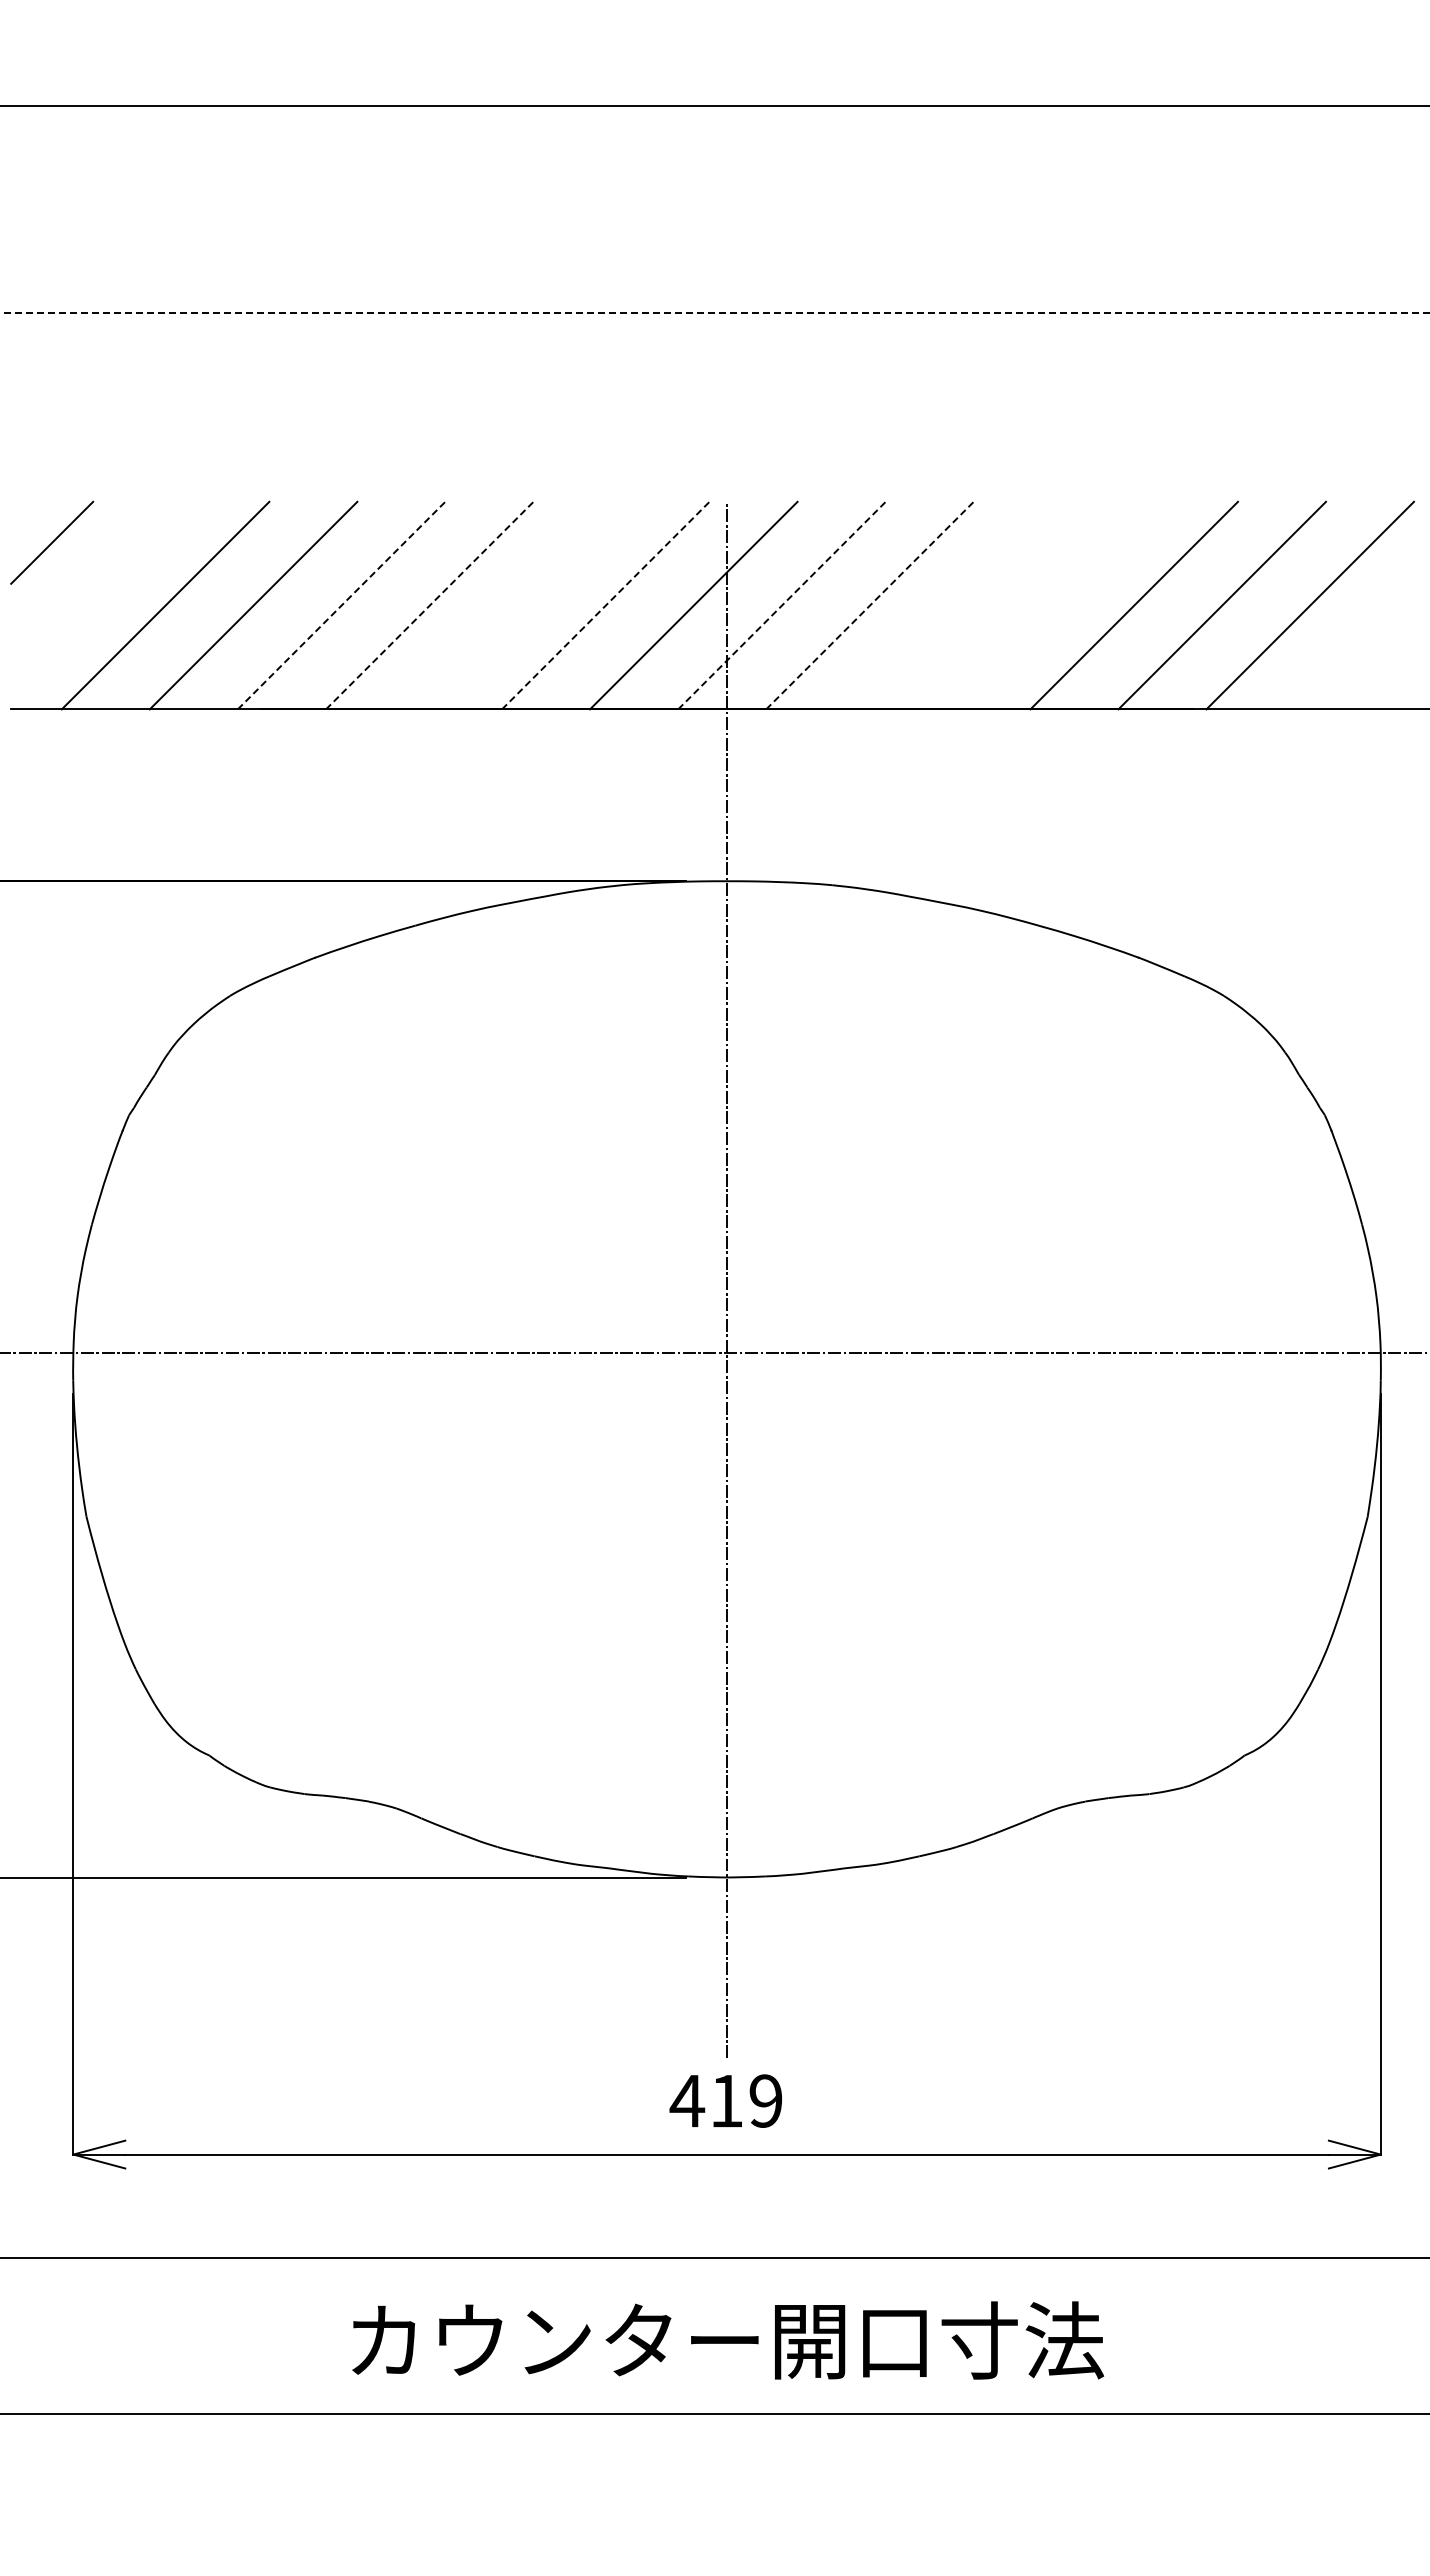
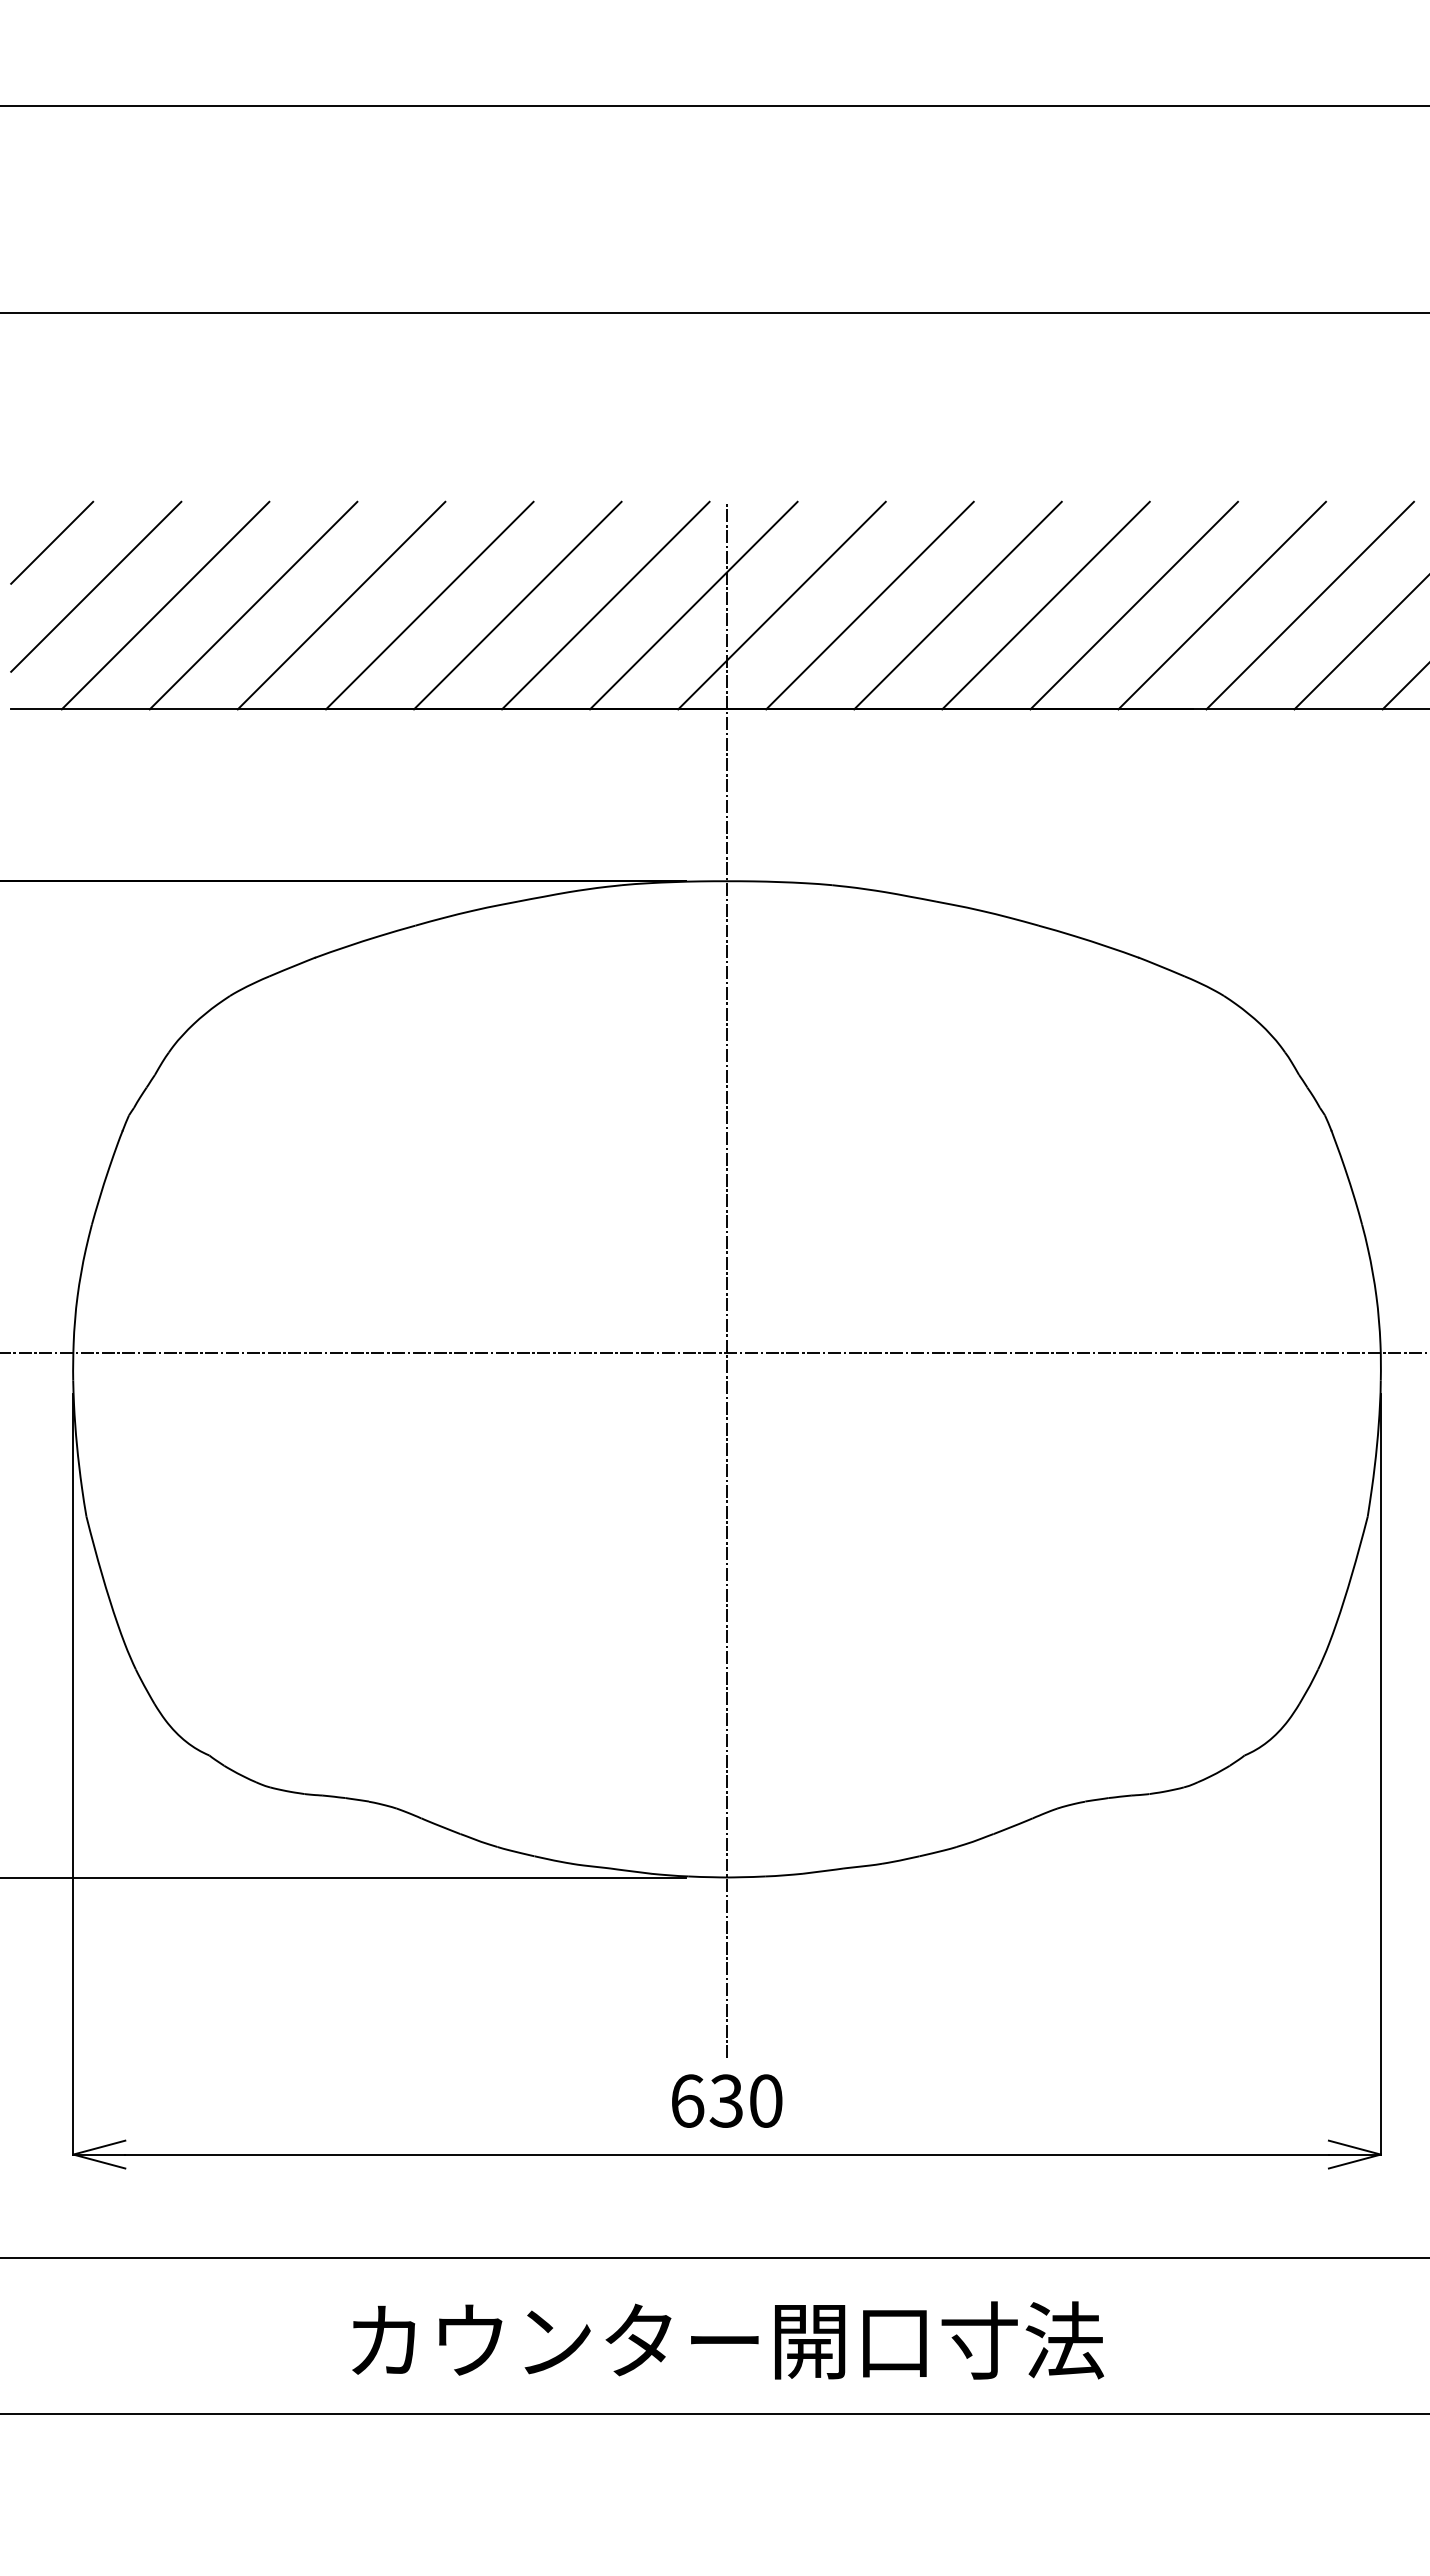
line at (714, 313): dashed -> solid
line at (96, 586): none -> present
line at (341, 605): dashed -> solid
line at (429, 605): dashed -> solid
line at (517, 605): none -> present
line at (605, 605): dashed -> solid
line at (782, 605): dashed -> solid
line at (870, 605): dashed -> solid
line at (957, 605): none -> present
line at (1045, 605): none -> present
line at (1360, 643): none -> present
line at (1404, 687): none -> present
text at (725, 2100): 419 -> 630
